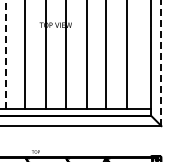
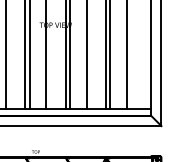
line at (5, 54): dashed -> solid
line at (29, 55): none -> present
line at (69, 55): none -> present
line at (110, 55): none -> present
line at (161, 63): dashed -> solid
